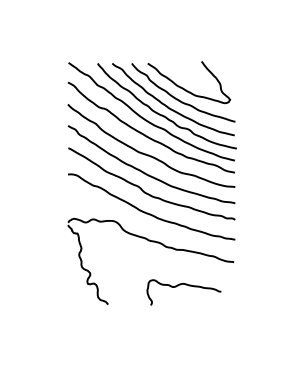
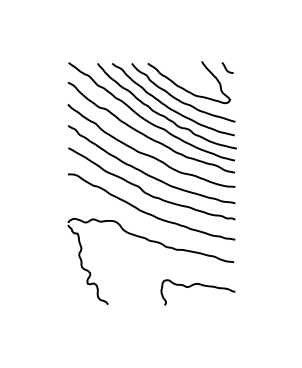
curve at (226, 67): none -> present
curve at (185, 285) position: (185, 285) -> (199, 285)
